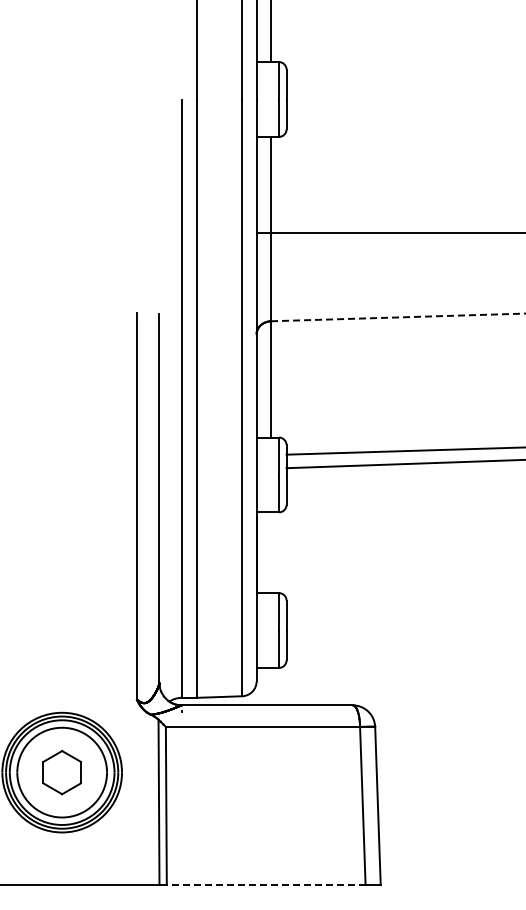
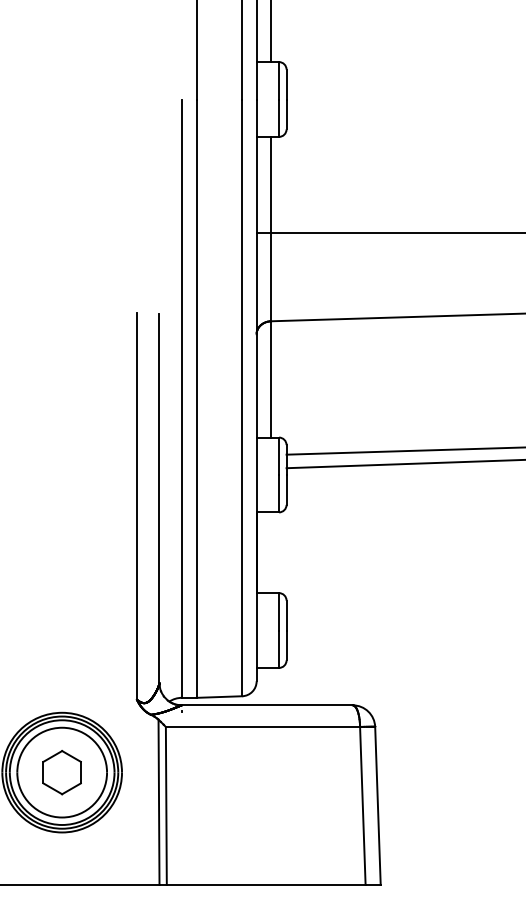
line at (398, 317): dashed -> solid
line at (265, 884): dashed -> solid
